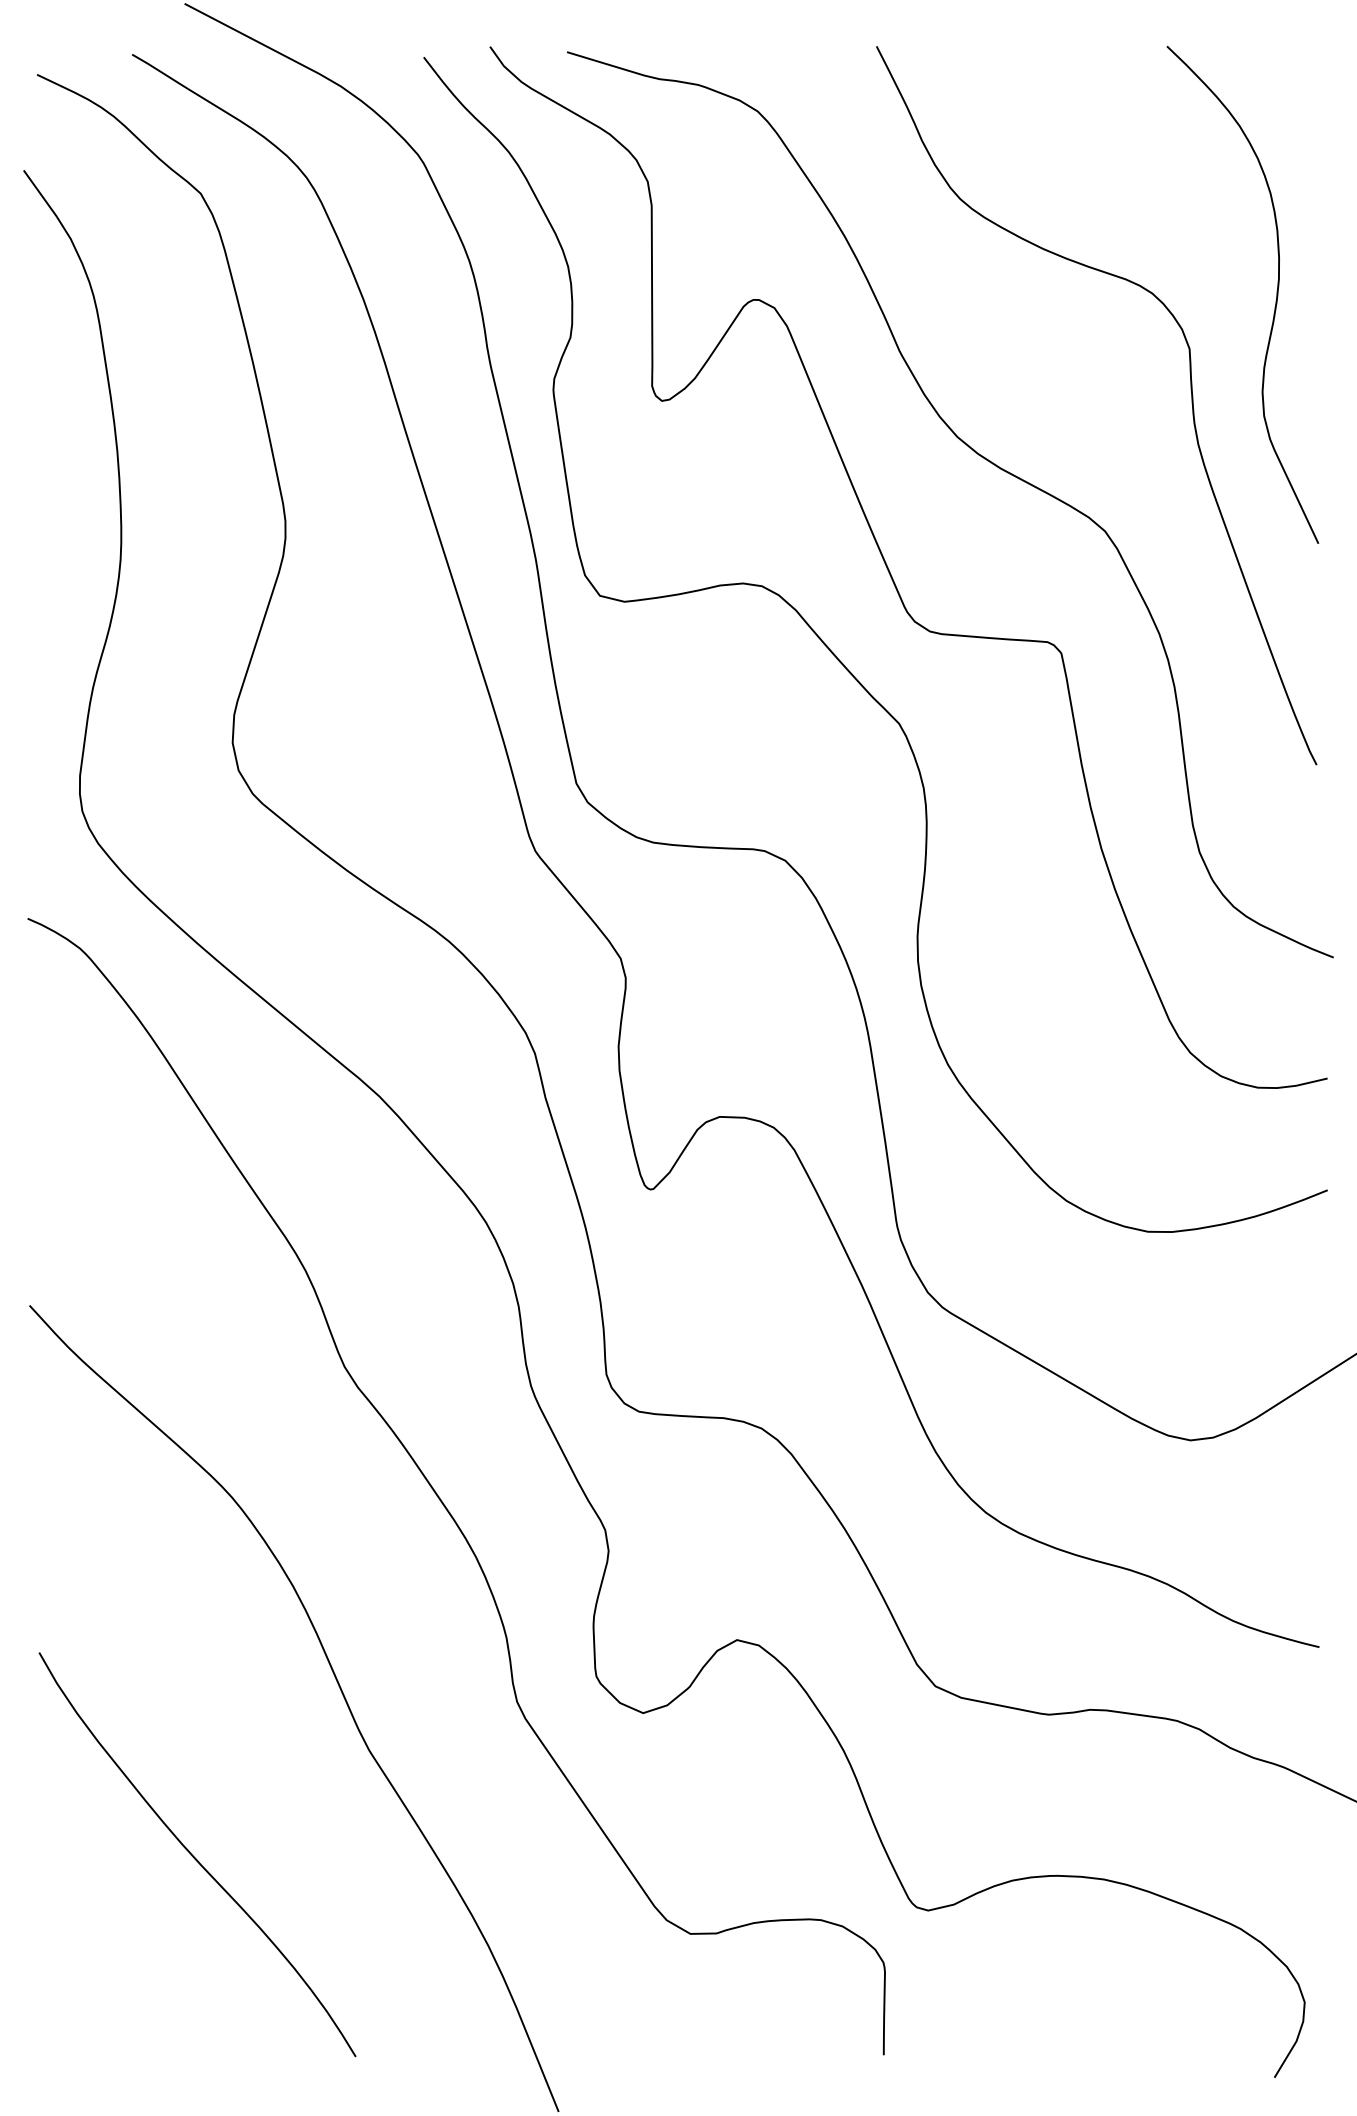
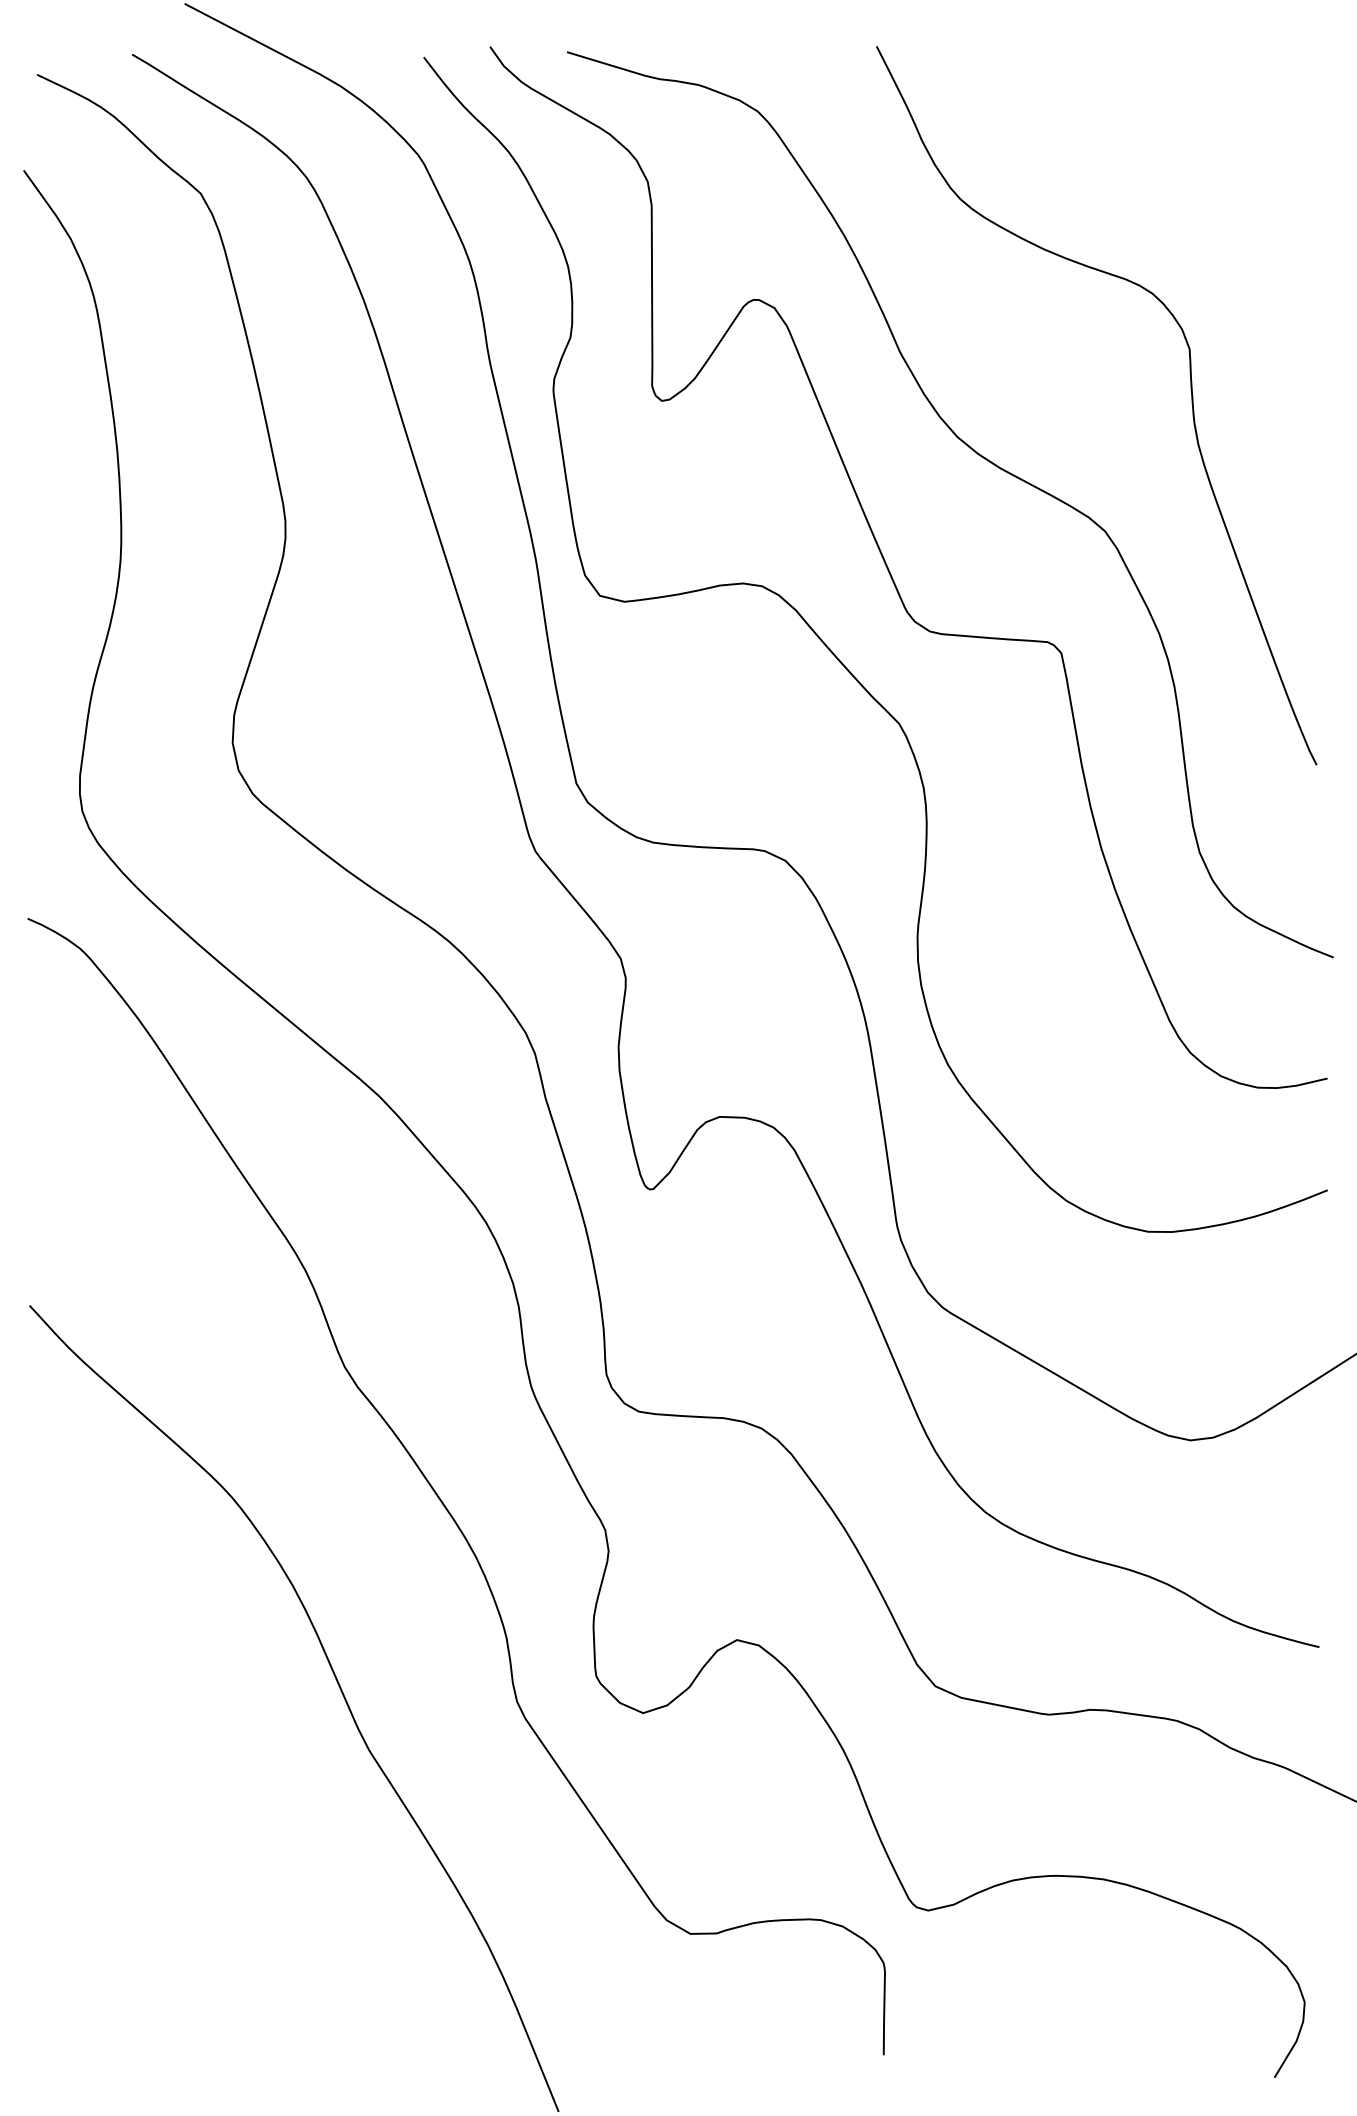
curve at (1275, 300): present -> none
curve at (194, 1856): present -> none
